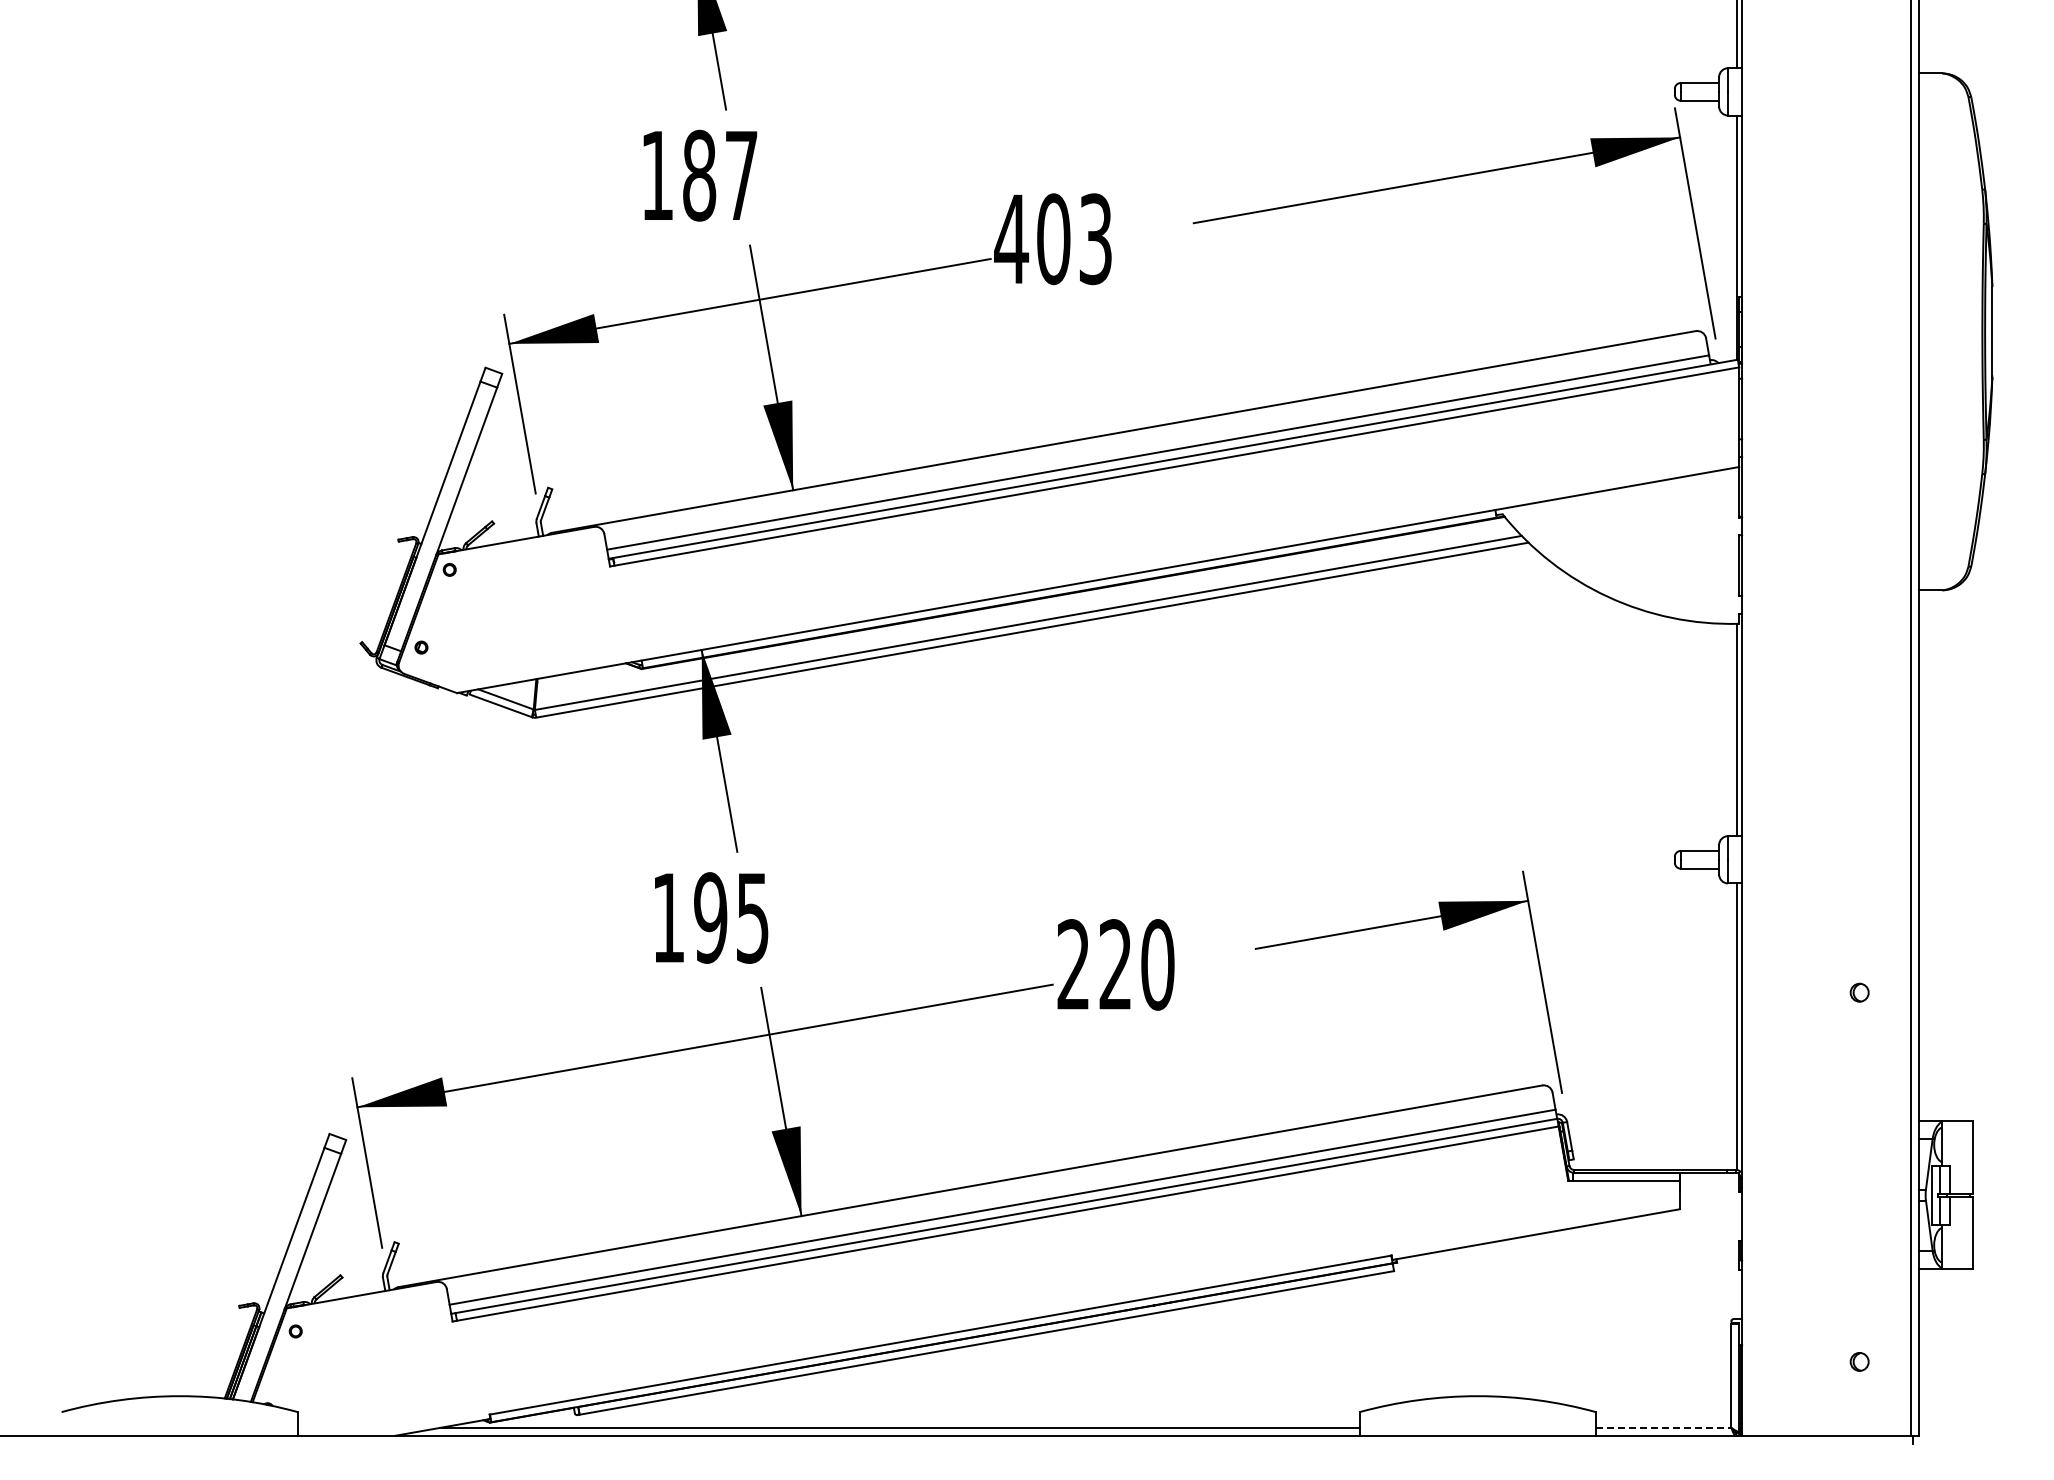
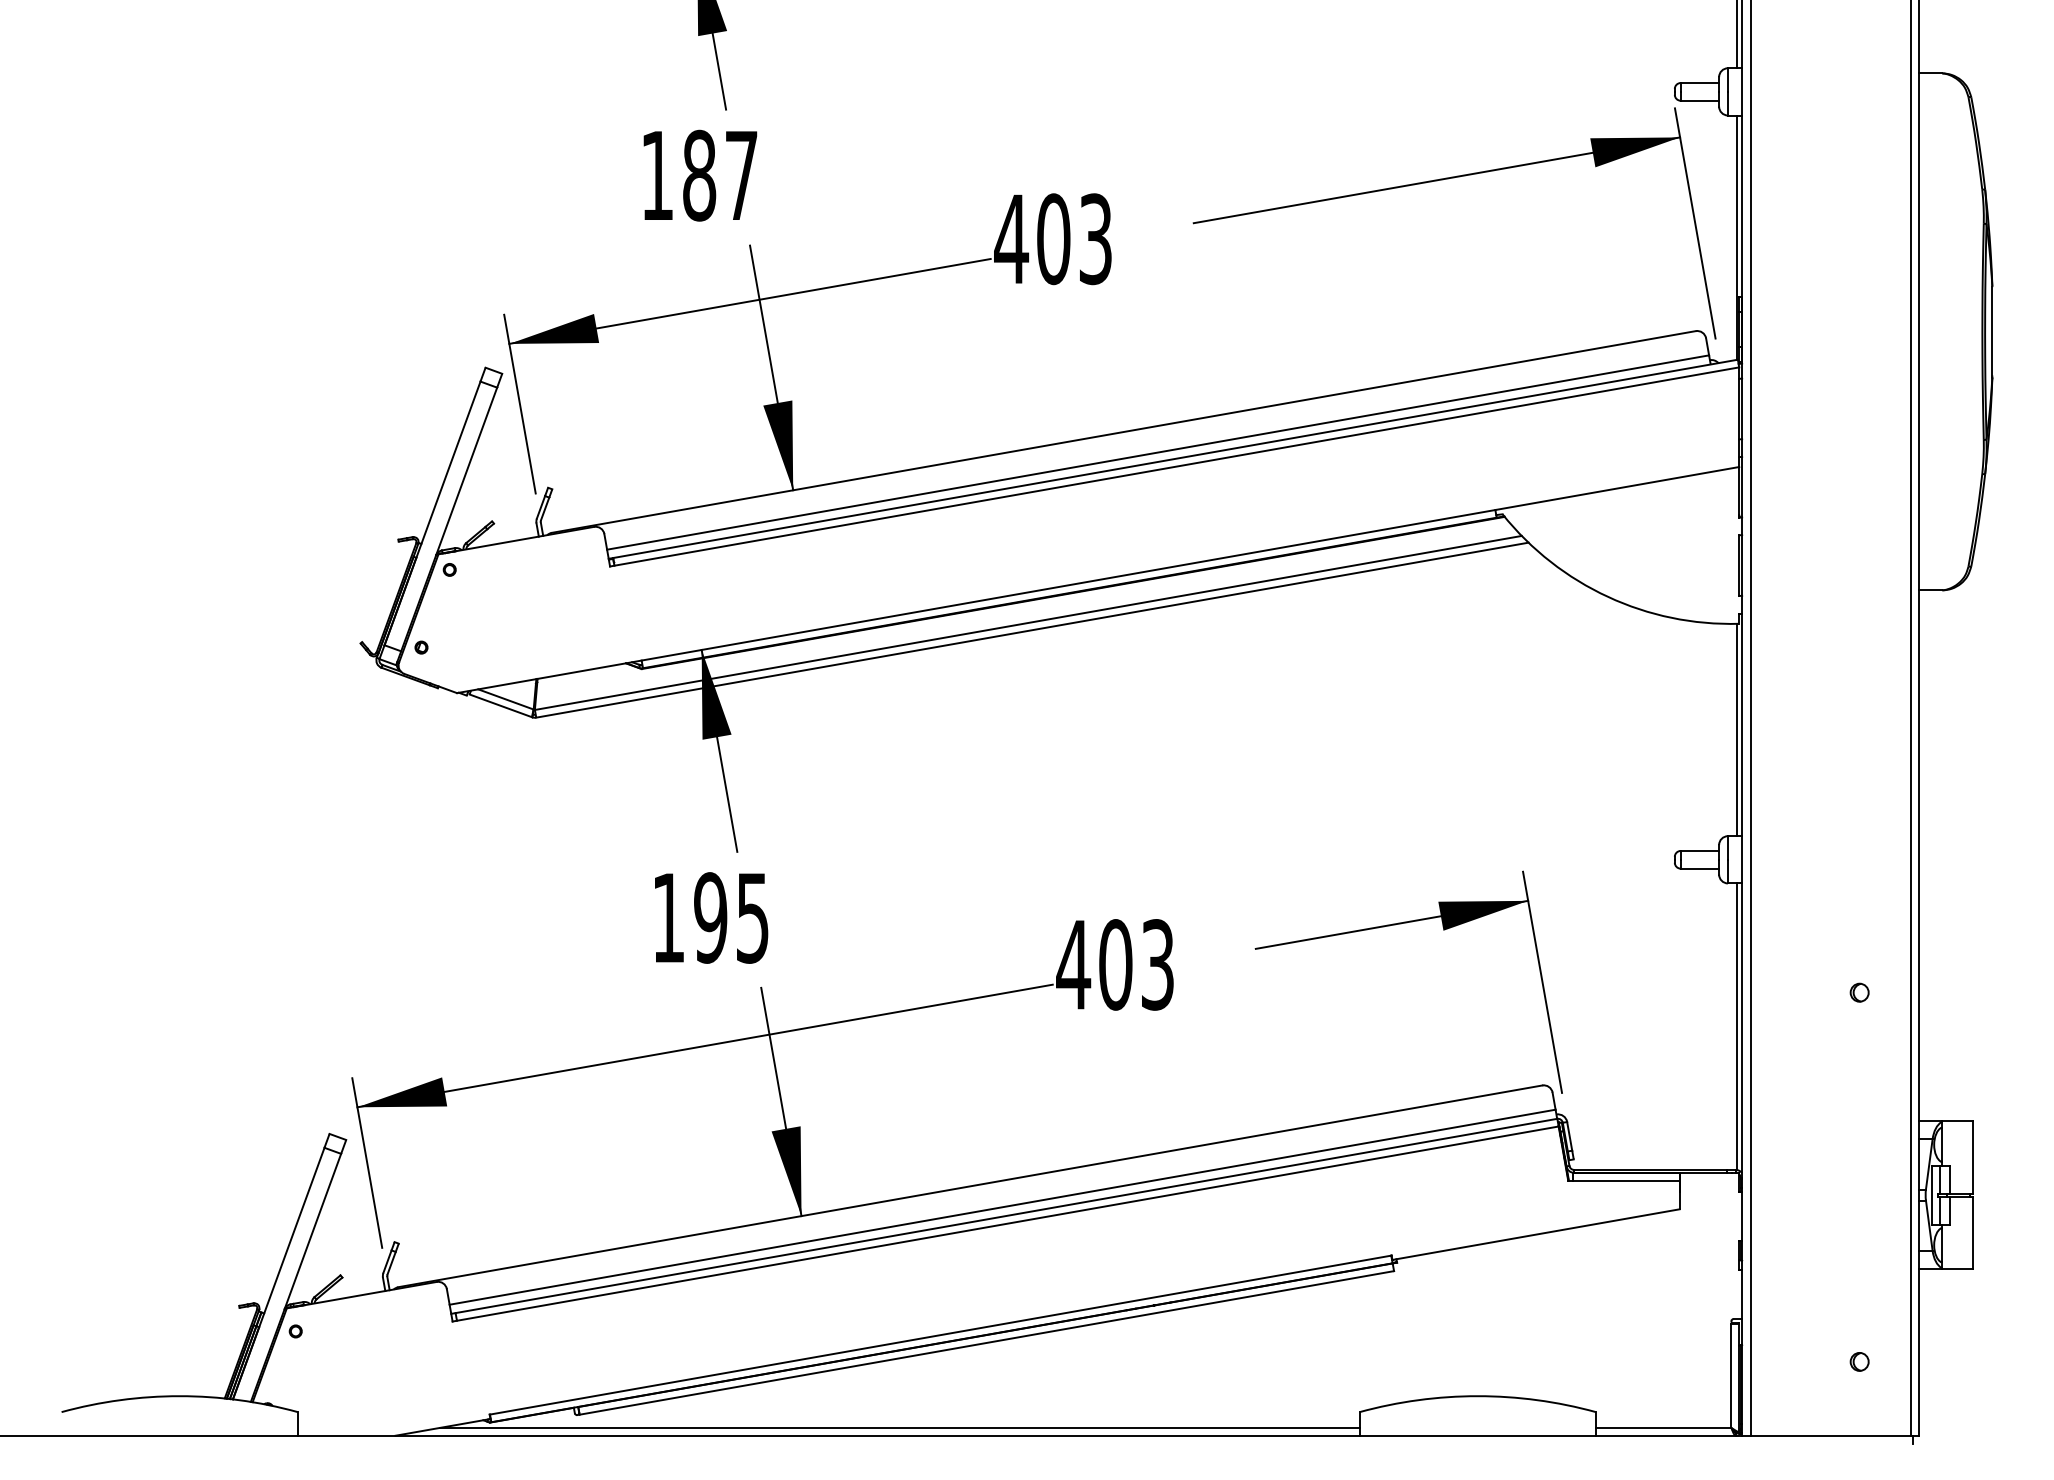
line at (1750, 718): none -> present
text at (1115, 964): 220 -> 403
line at (1663, 1427): dashed -> solid
